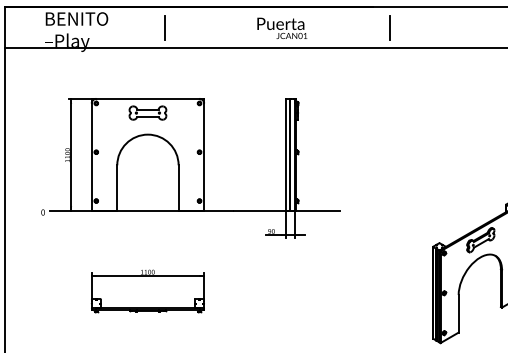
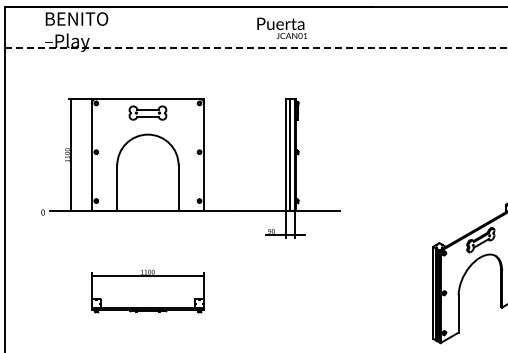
line at (165, 27): present -> none
line at (390, 27): present -> none
line at (256, 48): solid -> dashed
